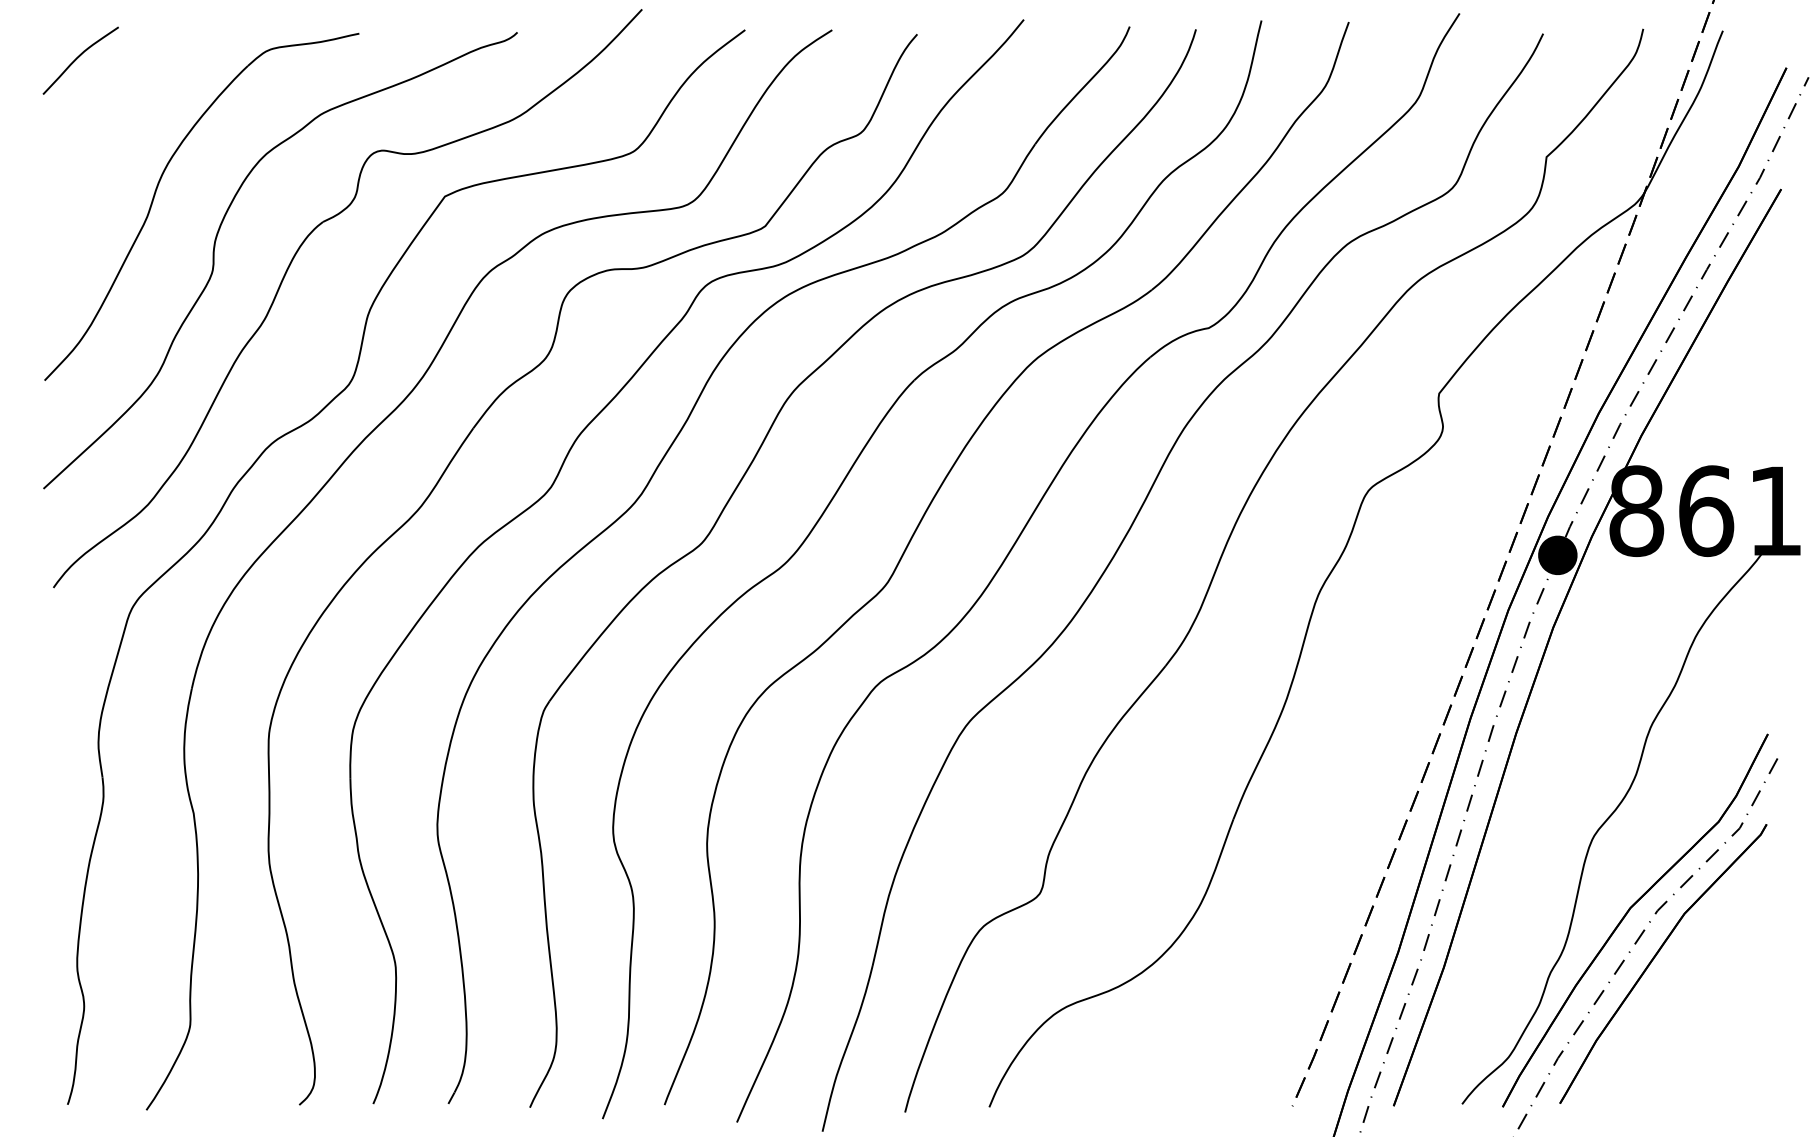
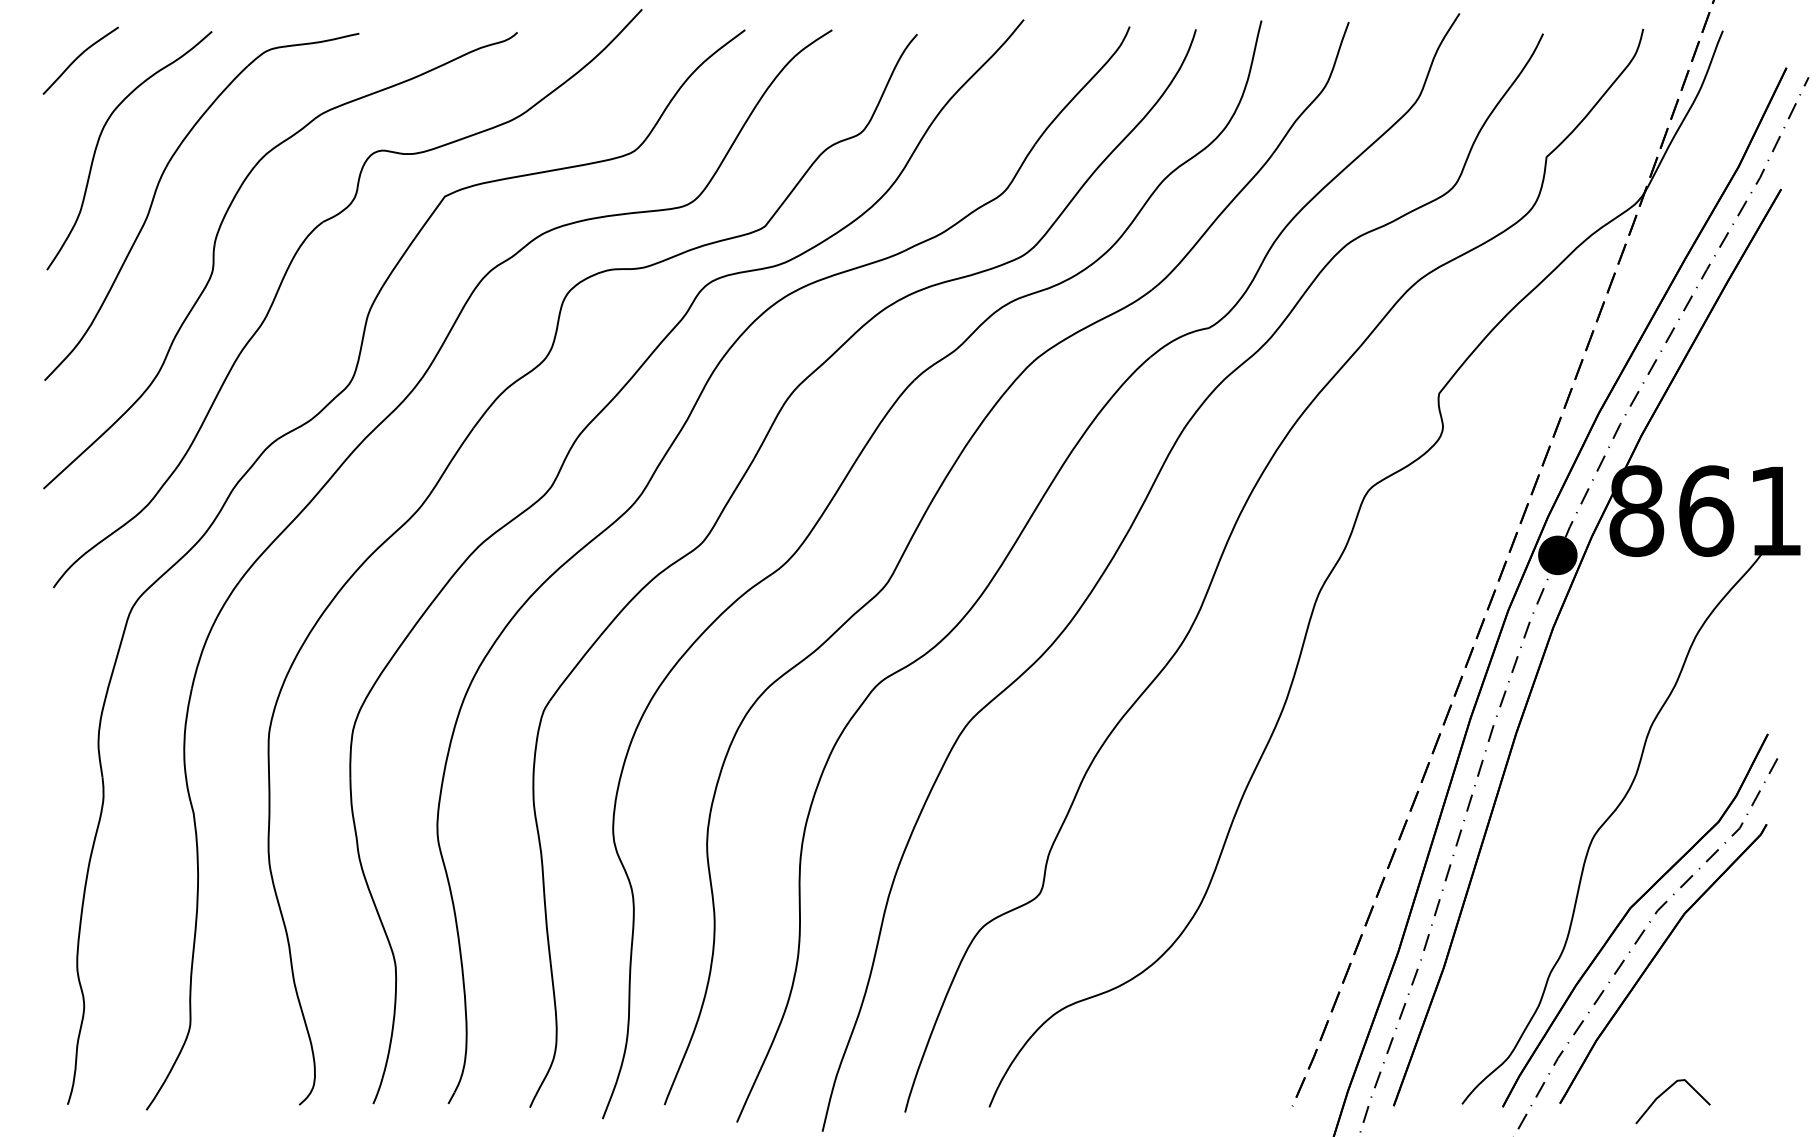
curve at (99, 141): none -> present
line at (1664, 1093): none -> present
